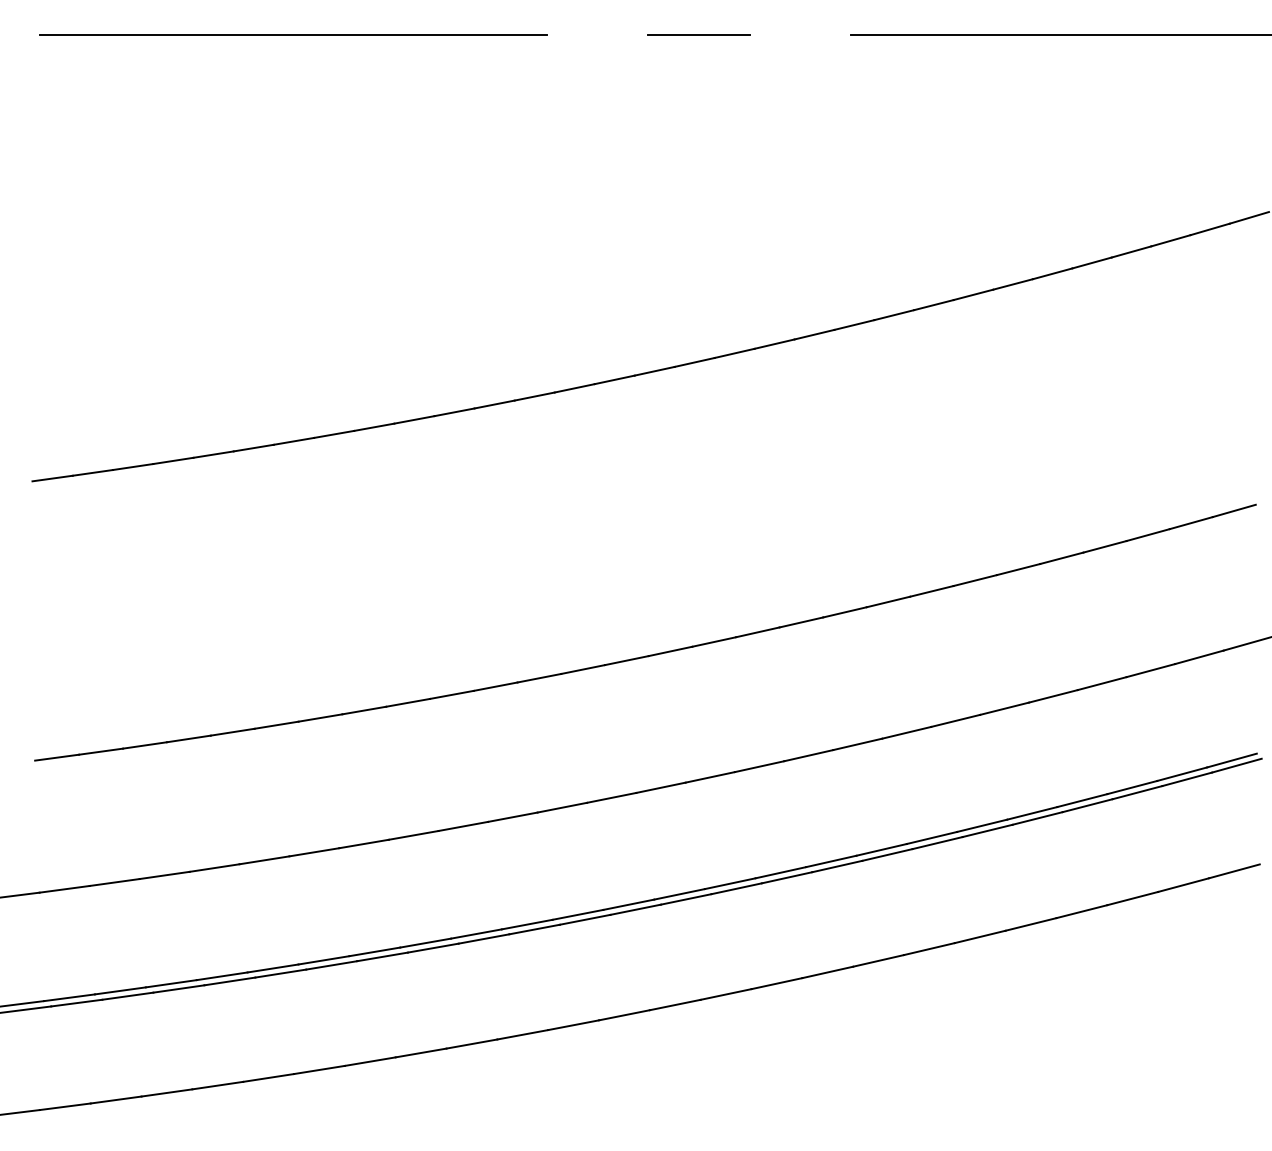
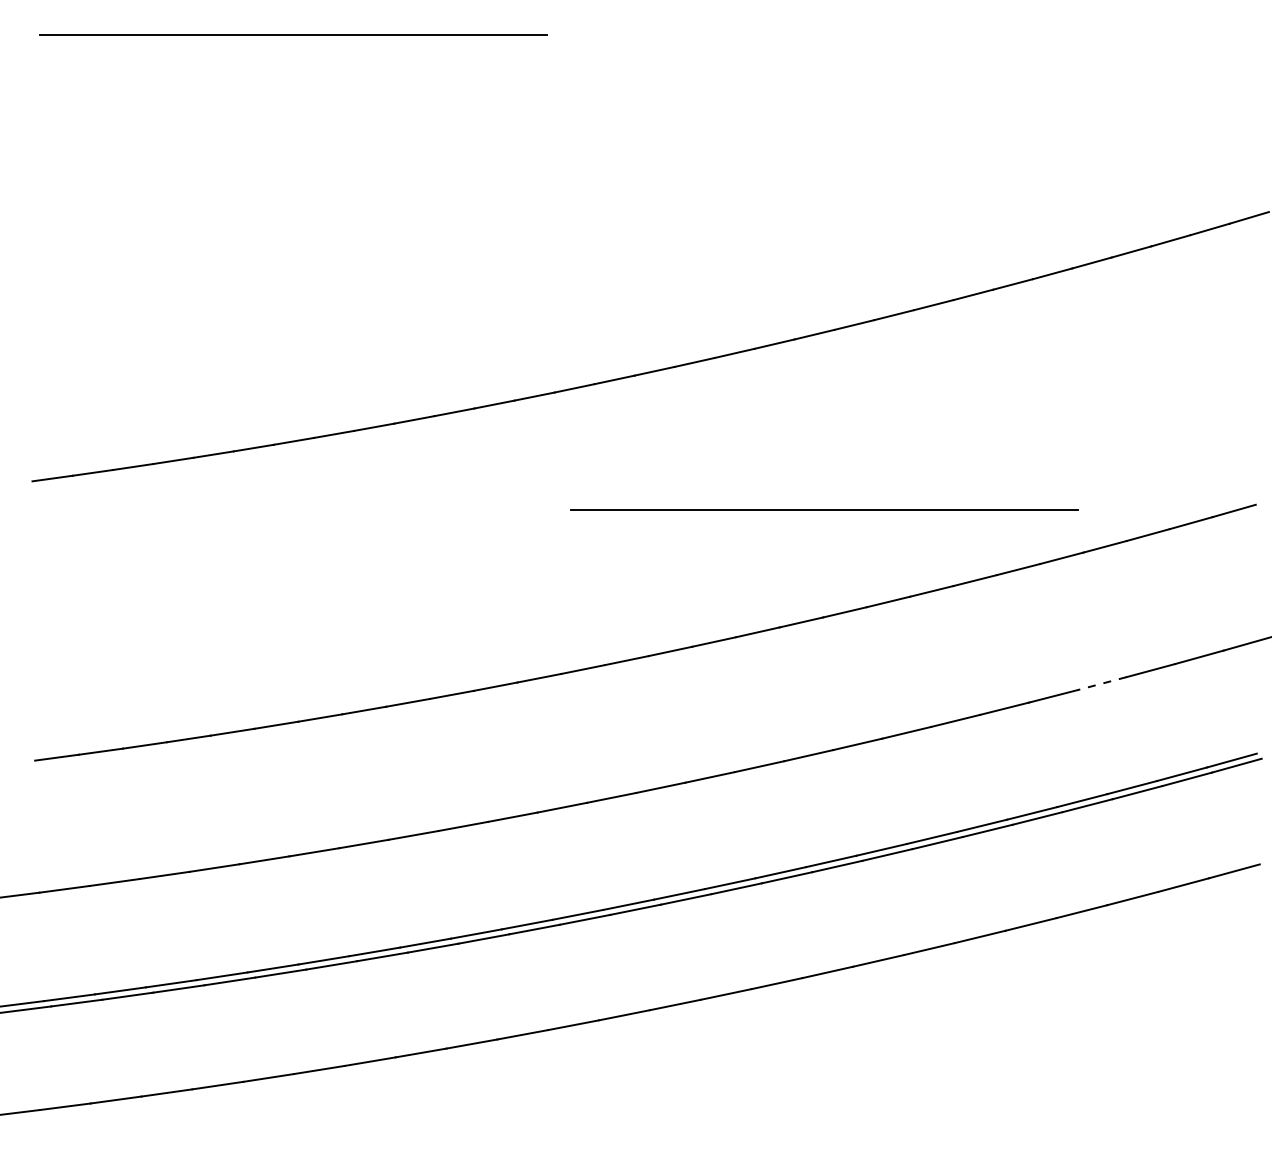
line at (698, 34): present -> none
line at (1059, 34): present -> none
line at (824, 509): none -> present
line at (1101, 683): solid -> dashed
